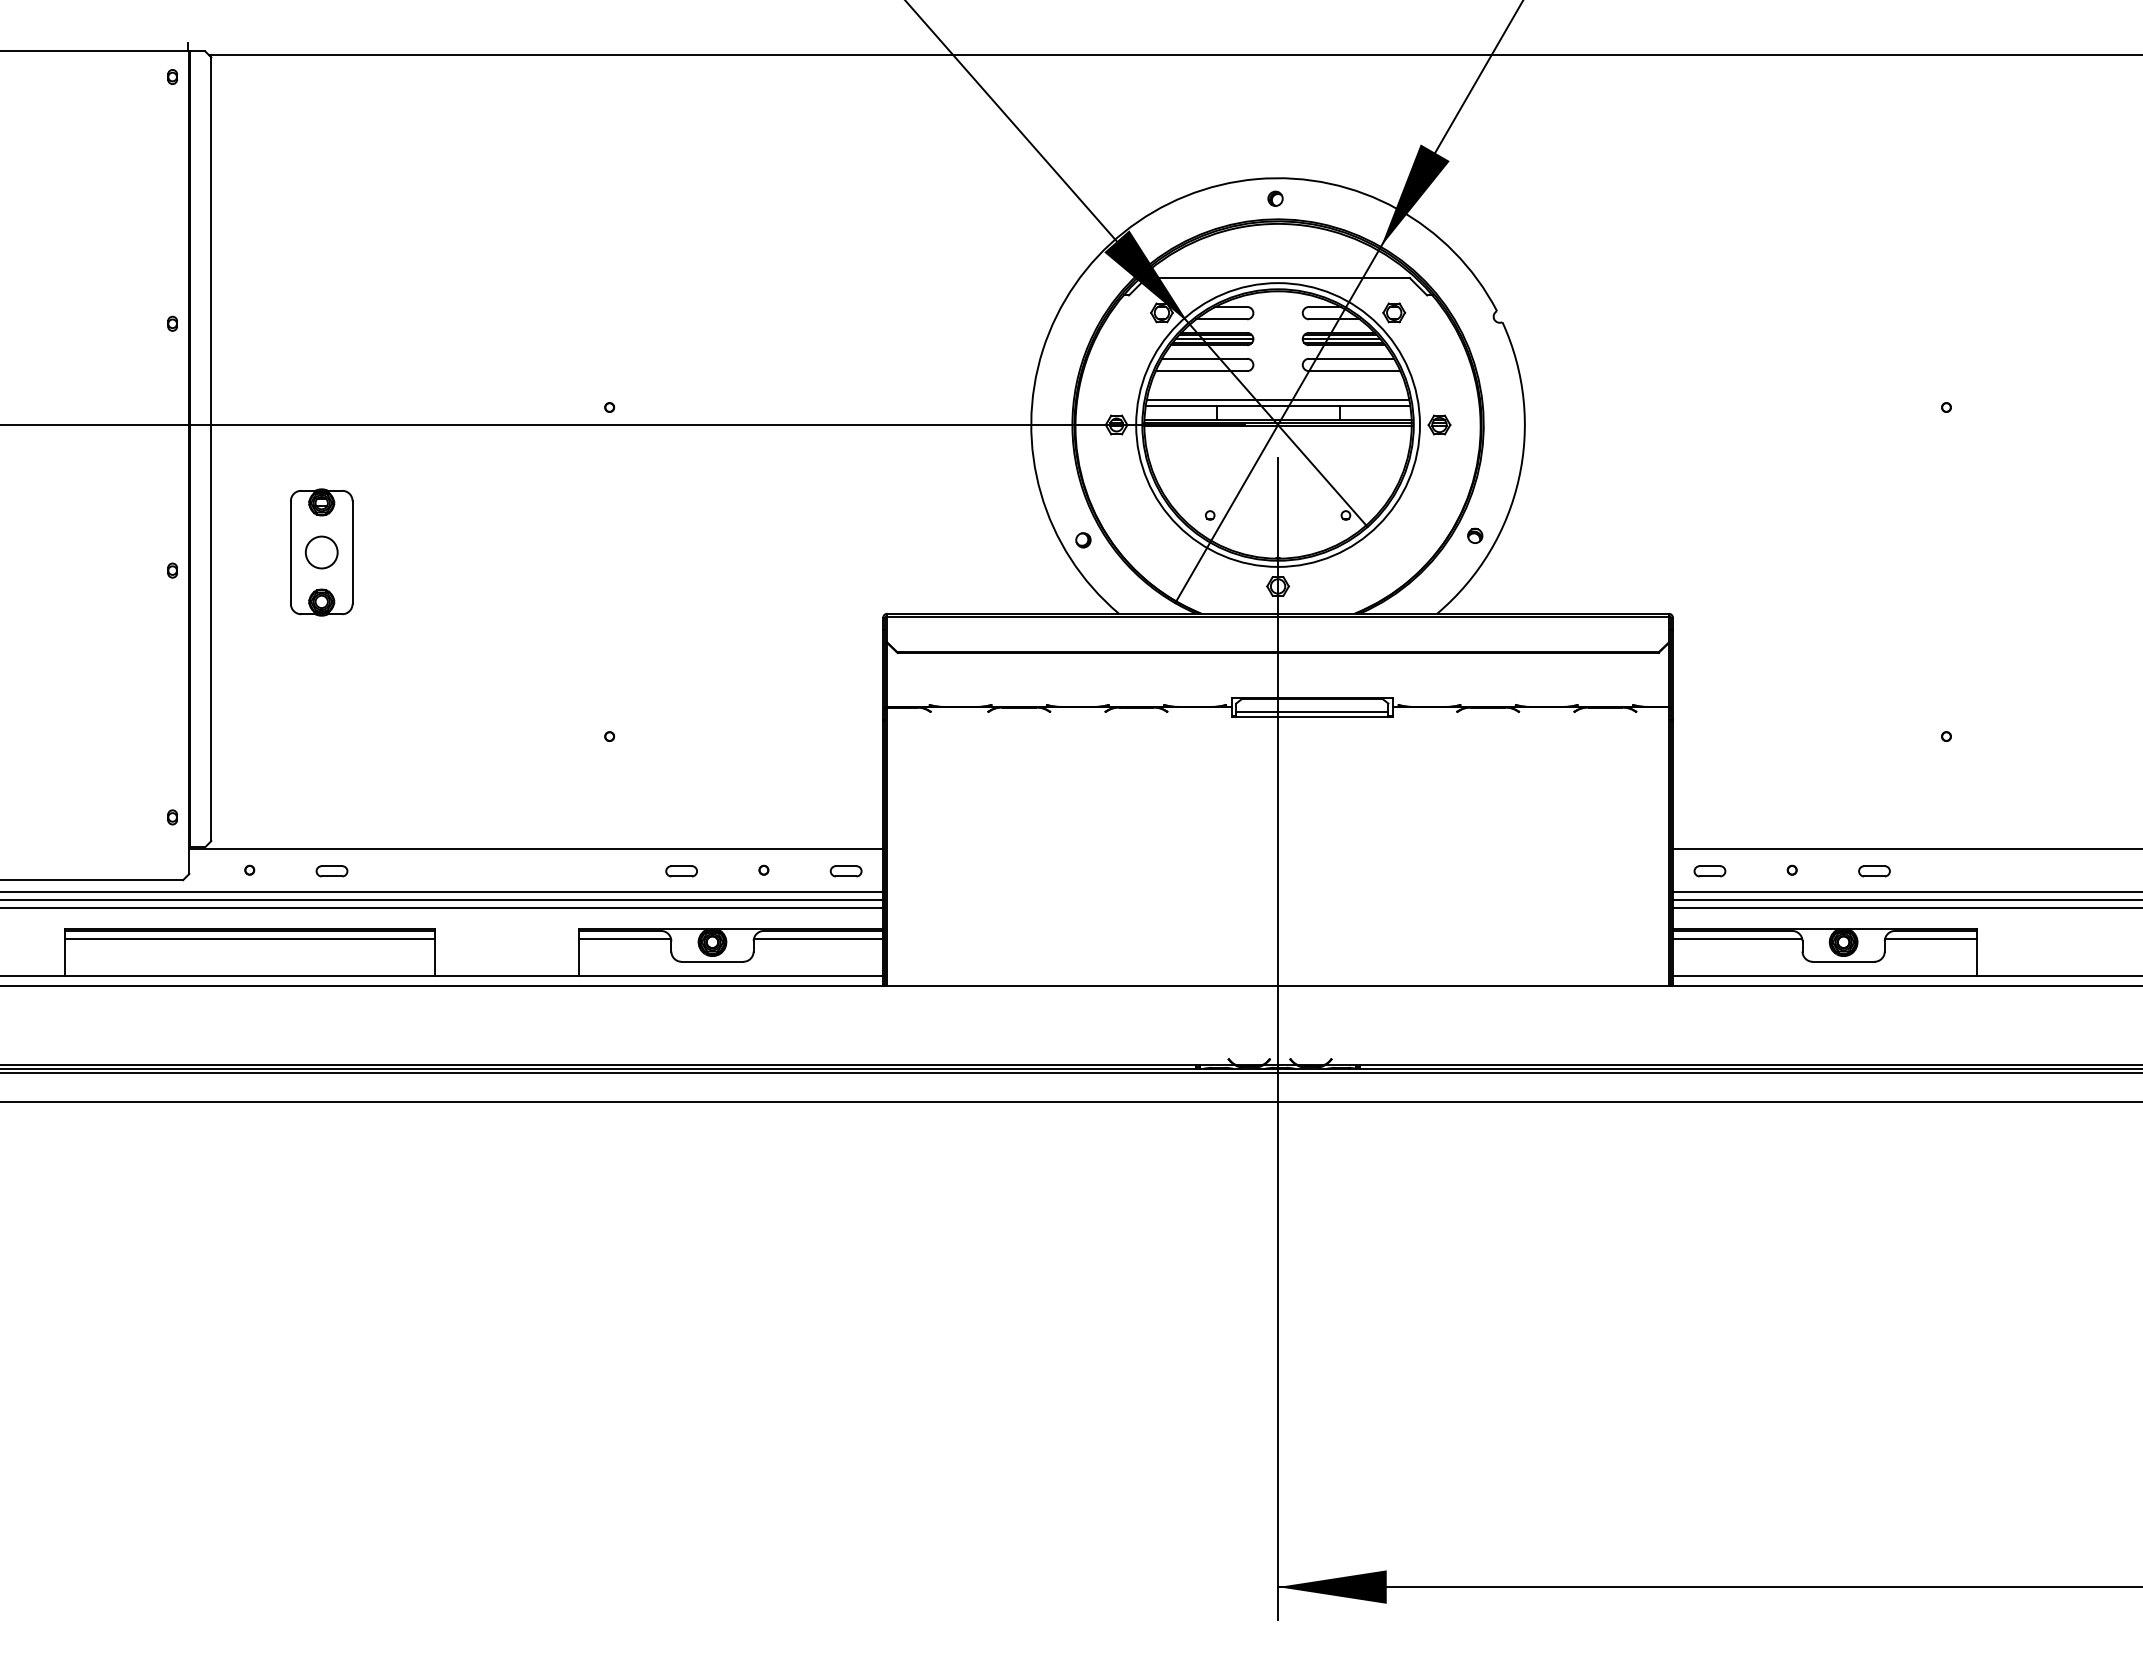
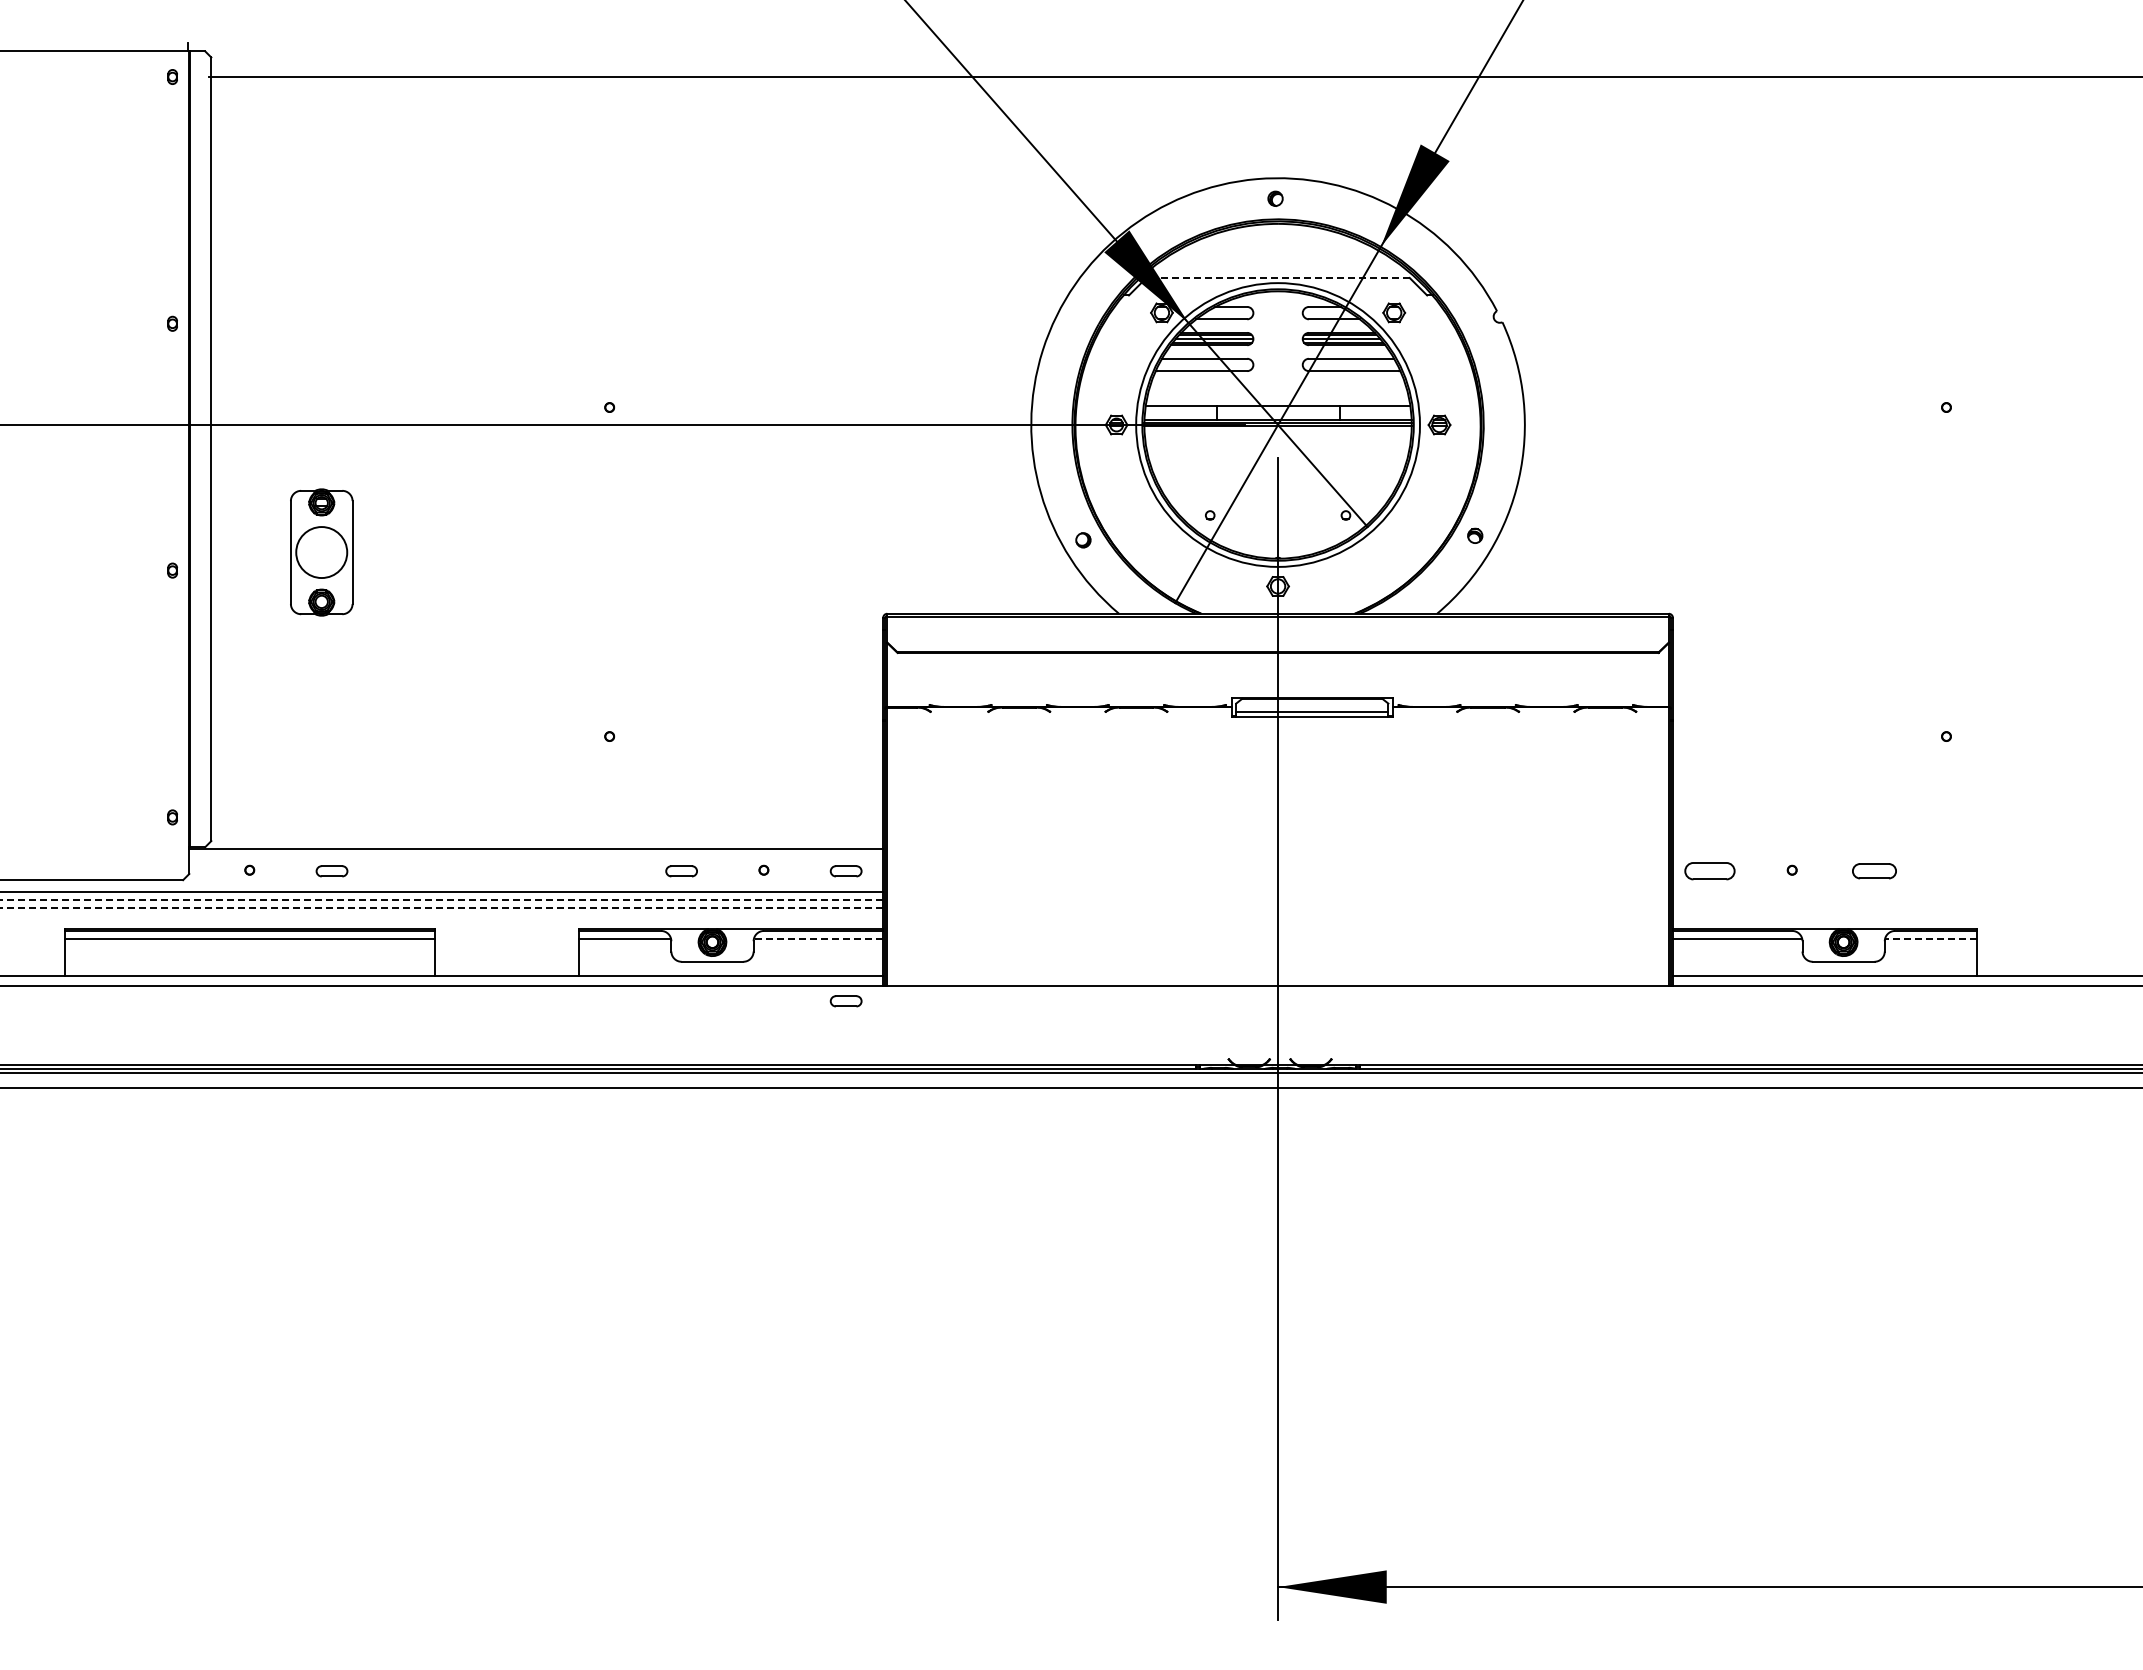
line at (1173, 54) position: (1173, 54) -> (1173, 76)
line at (1278, 277): solid -> dashed
line at (1277, 400): present -> none
circle at (321, 552) diameter: 32 px -> 51 px
line at (1905, 848): present -> none
part at (1709, 871) size: 34x13 px -> 52x19 px
part at (1874, 871) size: 33x13 px -> 45x17 px
line at (1905, 891): present -> none
line at (441, 900): solid -> dashed
line at (1905, 900): present -> none
line at (441, 908): solid -> dashed
line at (1905, 908): present -> none
line at (818, 939): solid -> dashed
line at (1930, 939): solid -> dashed
part at (845, 1001): none -> present
line at (1070, 1101) position: (1070, 1101) -> (1070, 1087)
